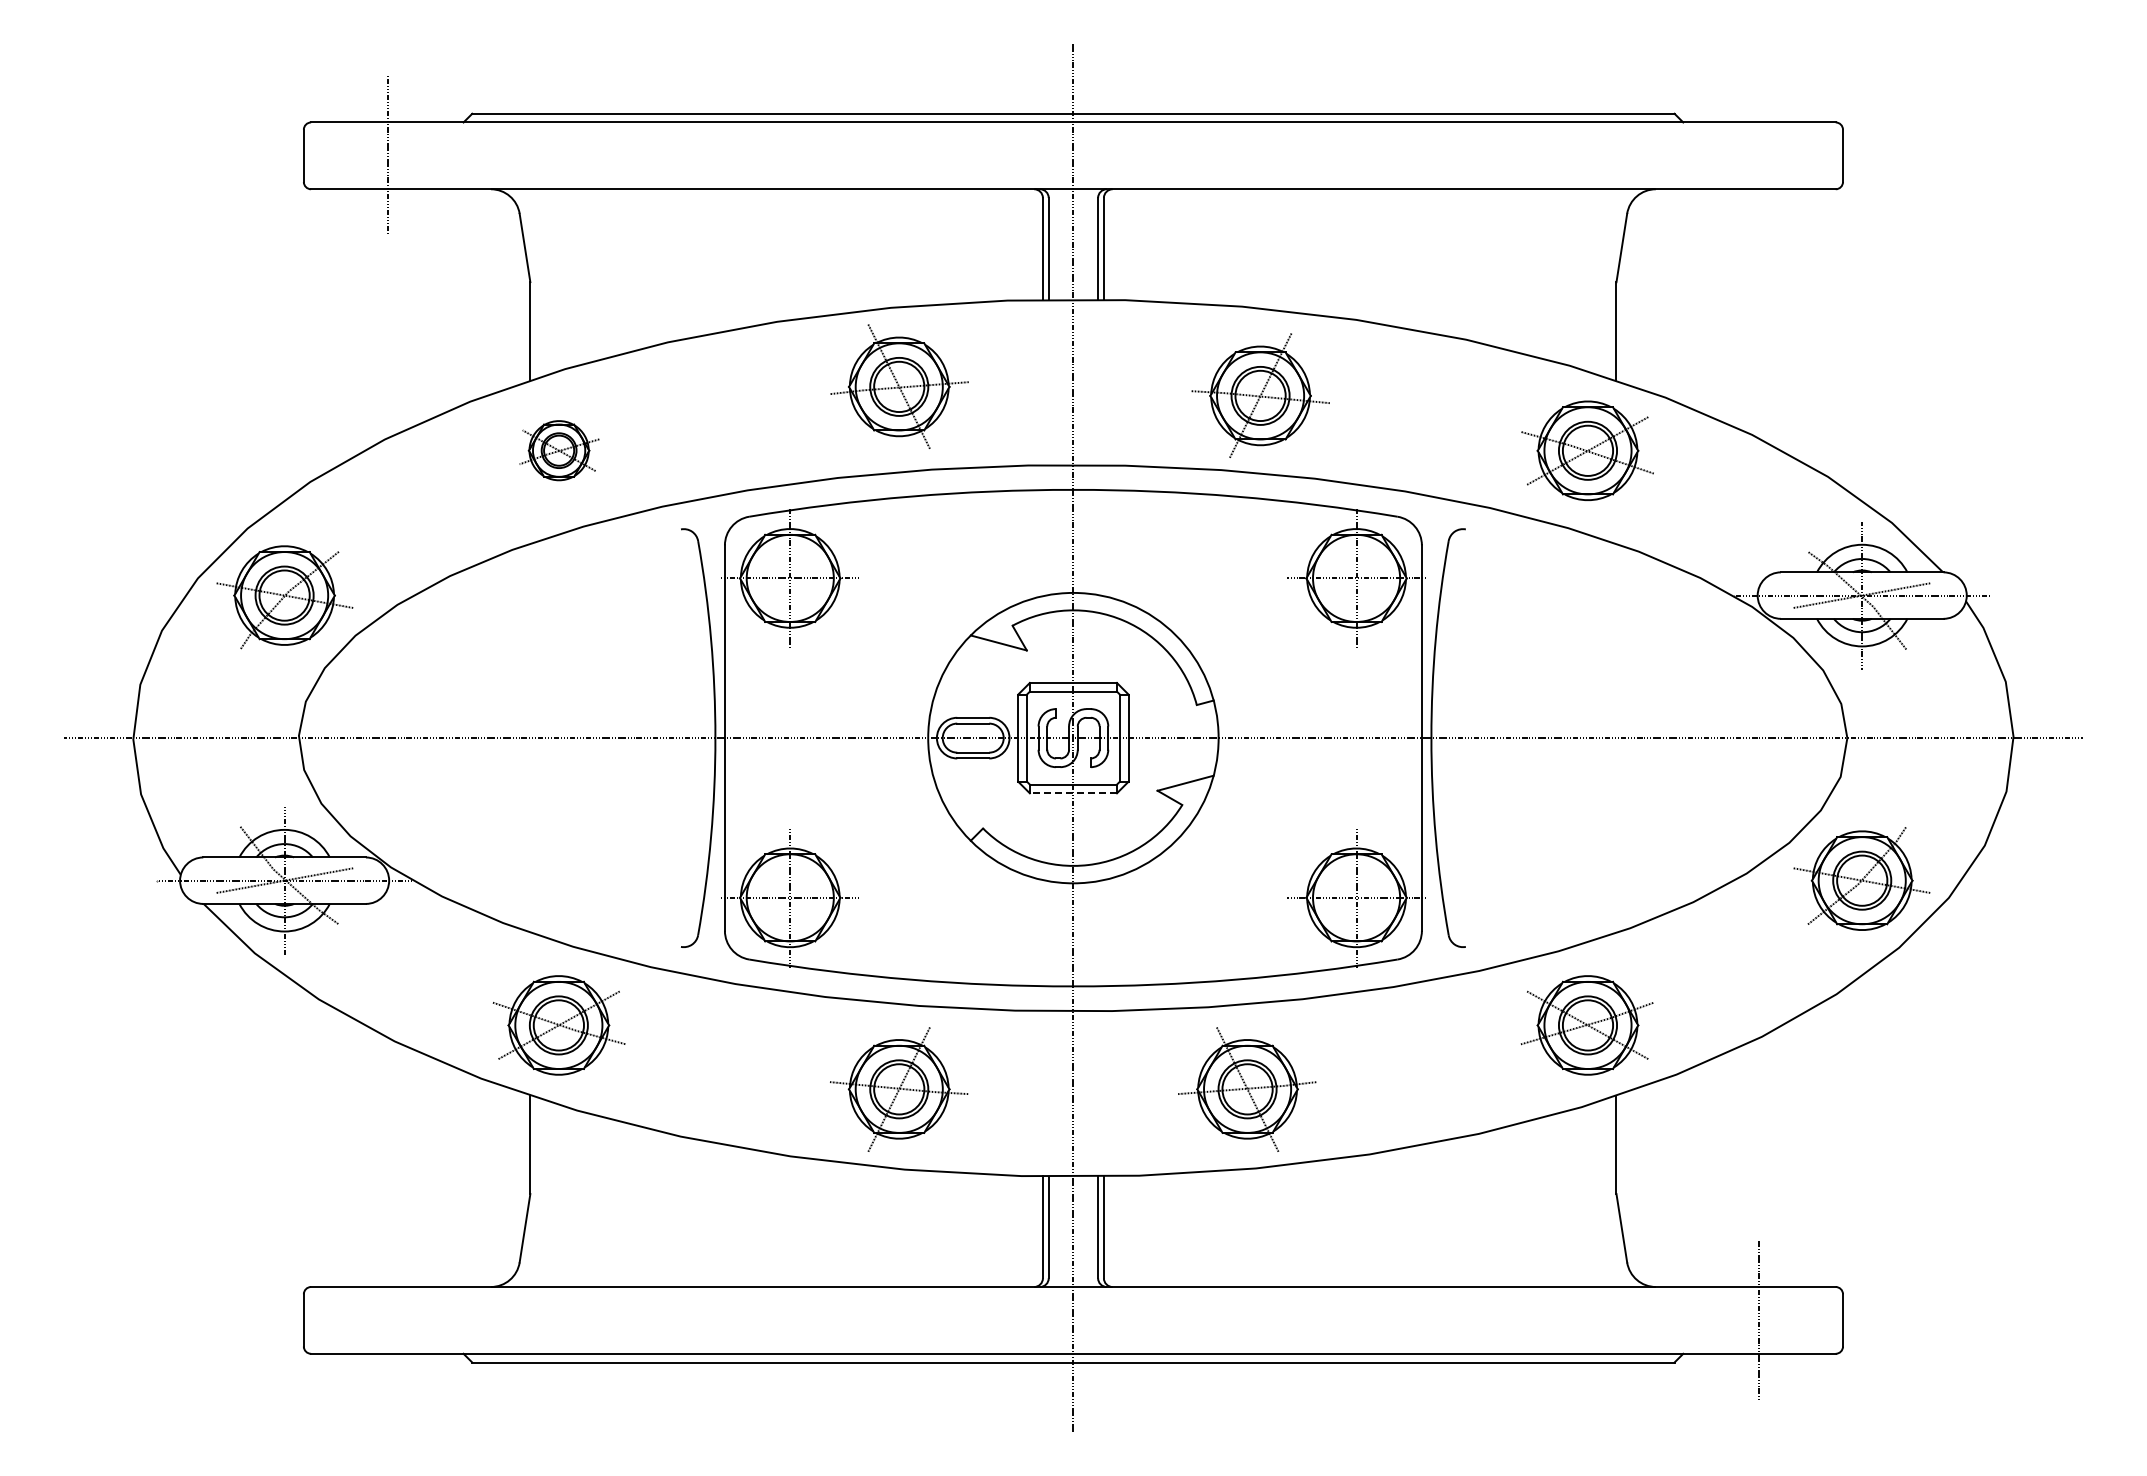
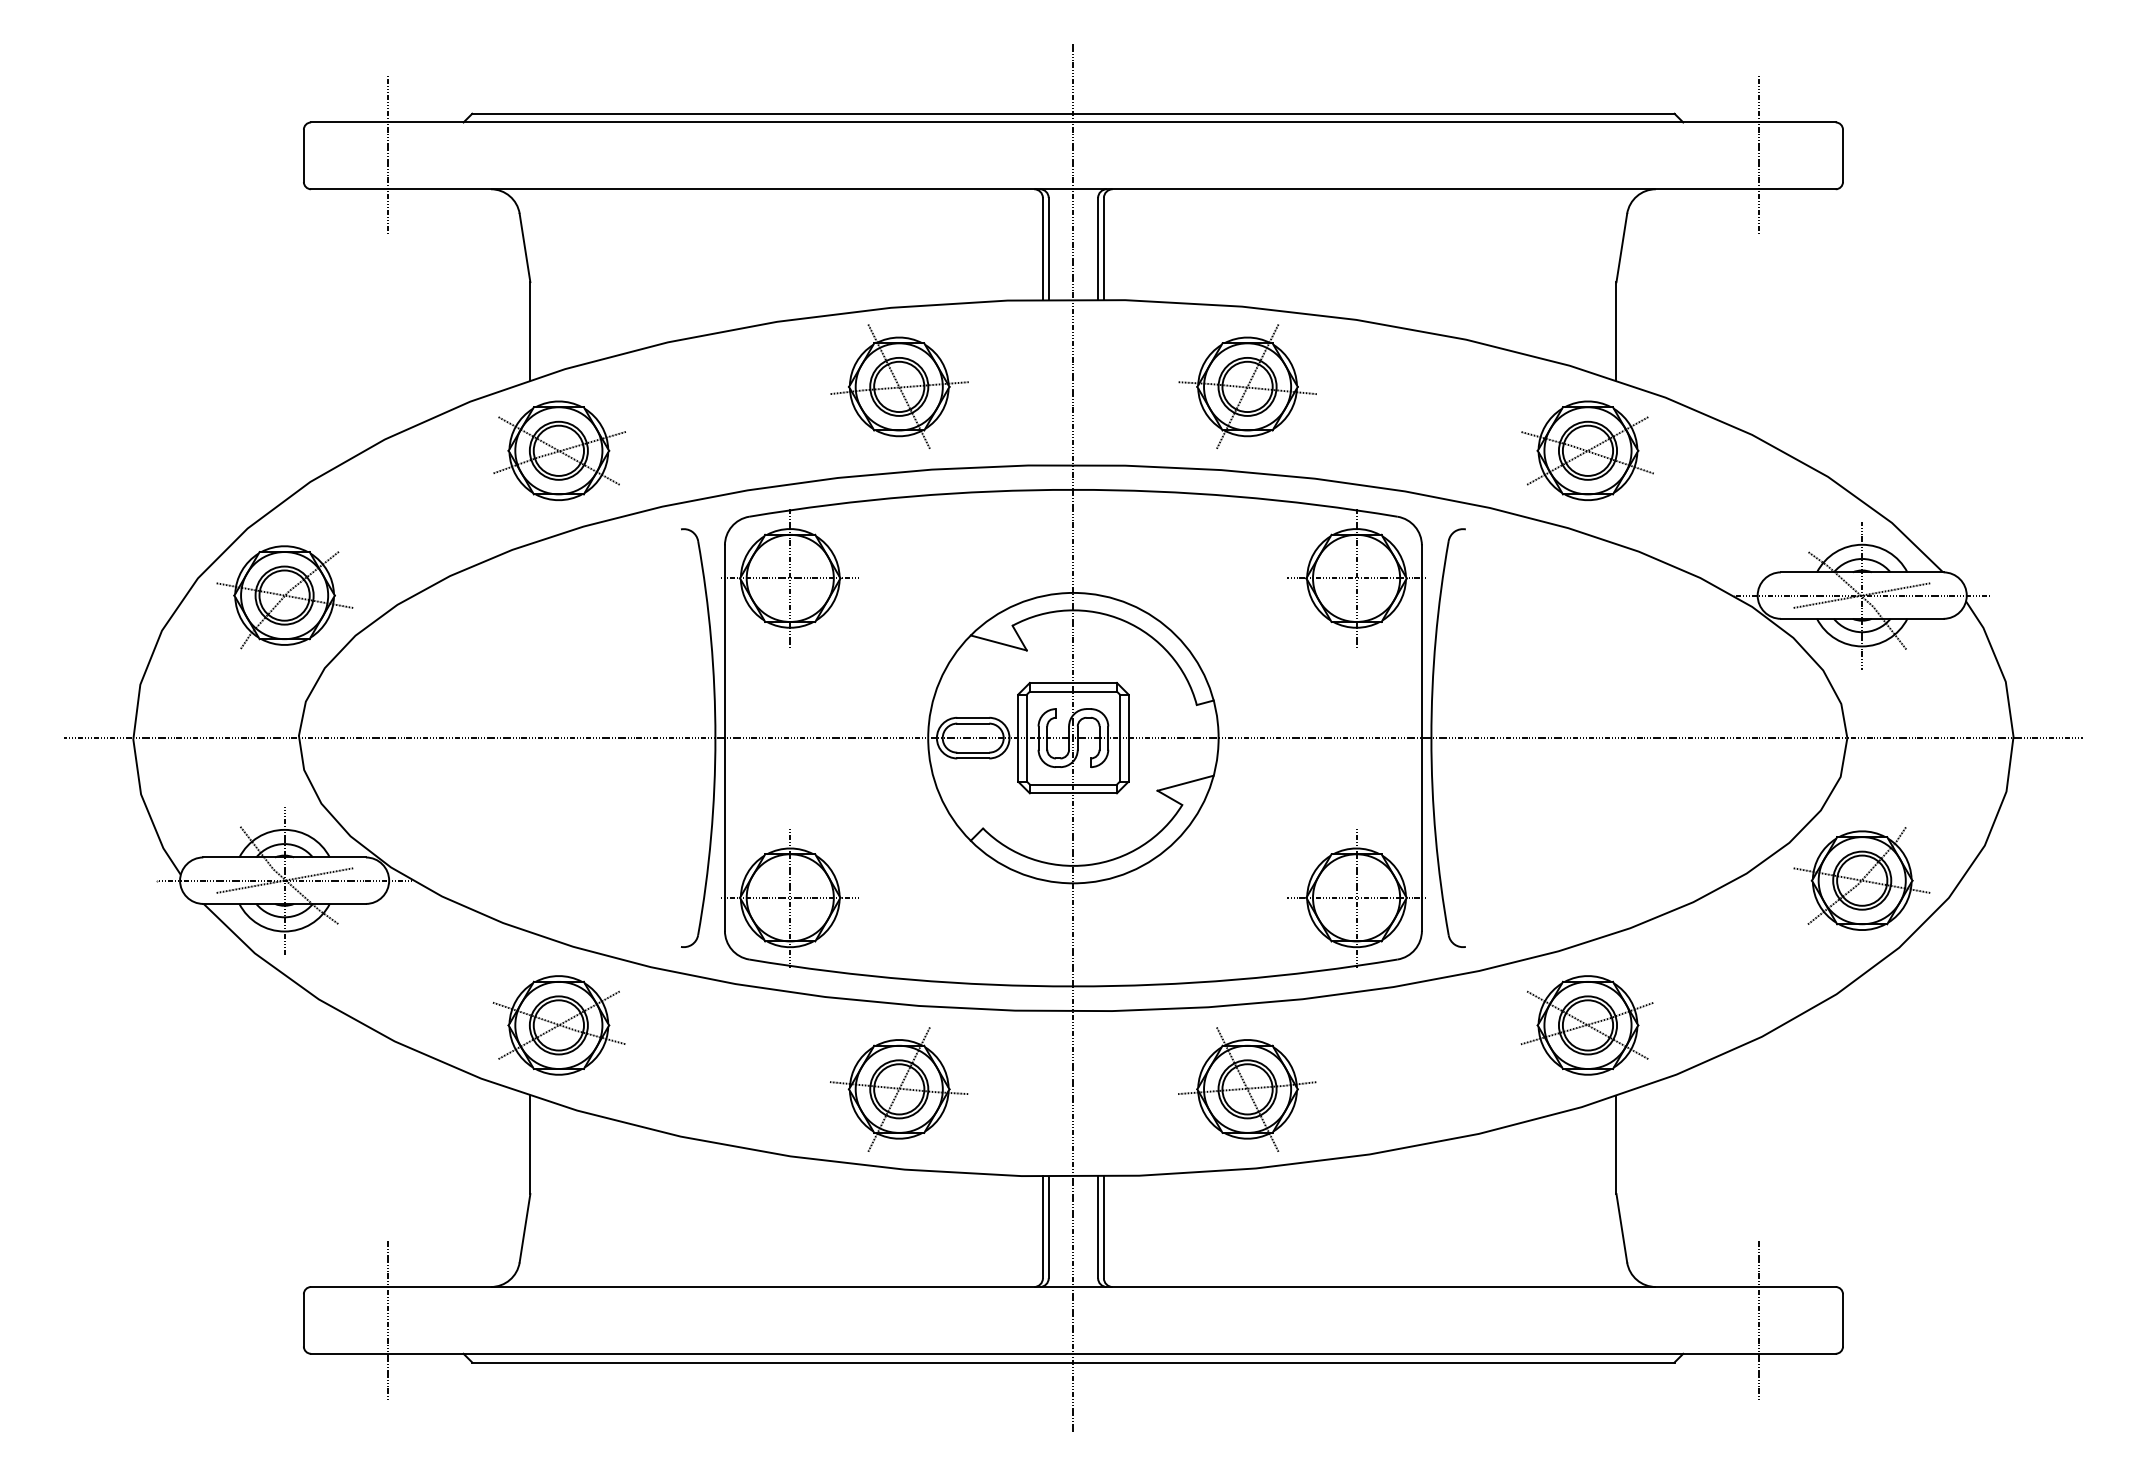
line at (1758, 155): none -> present
part at (1260, 395) position: (1260, 395) -> (1247, 386)
part at (559, 450) size: 81x62 px -> 133x101 px
line at (1073, 793): dashed -> solid
line at (388, 1320): none -> present
